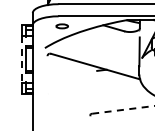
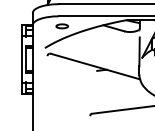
line at (21, 59): dashed -> solid
line at (123, 109): dashed -> solid
